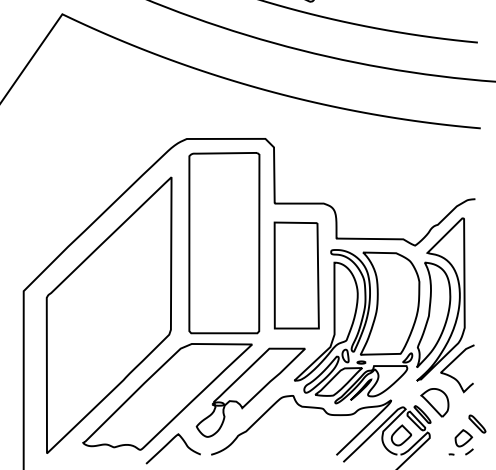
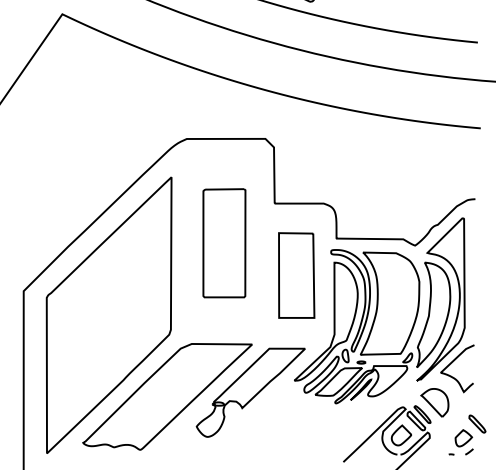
part at (224, 243) size: 73x183 px -> 45x111 px
part at (296, 275) size: 47x109 px -> 38x87 px
curve at (301, 407): present -> none
curve at (168, 444): present -> none
